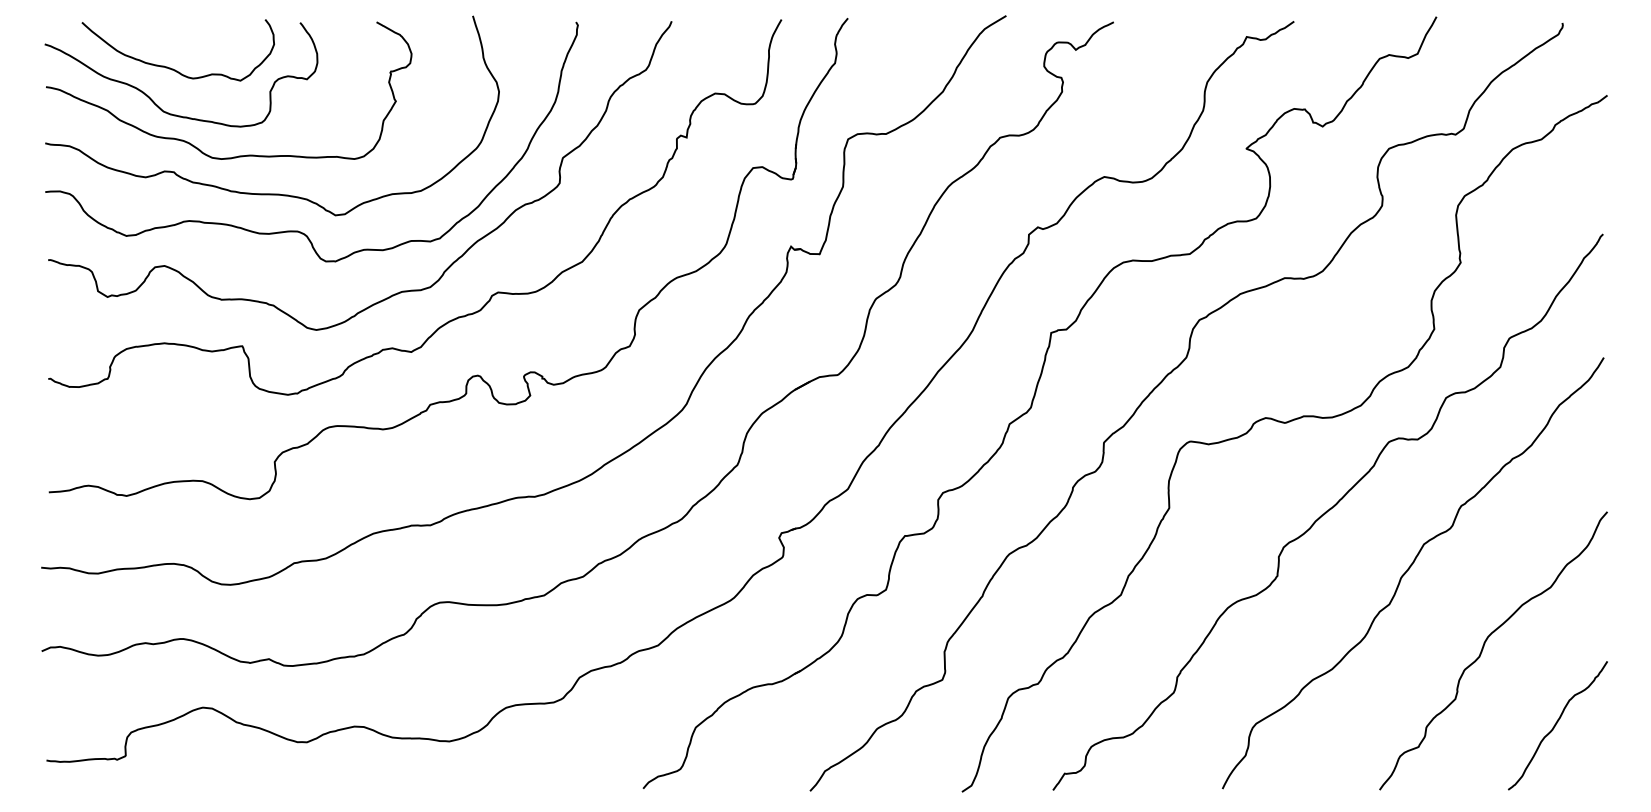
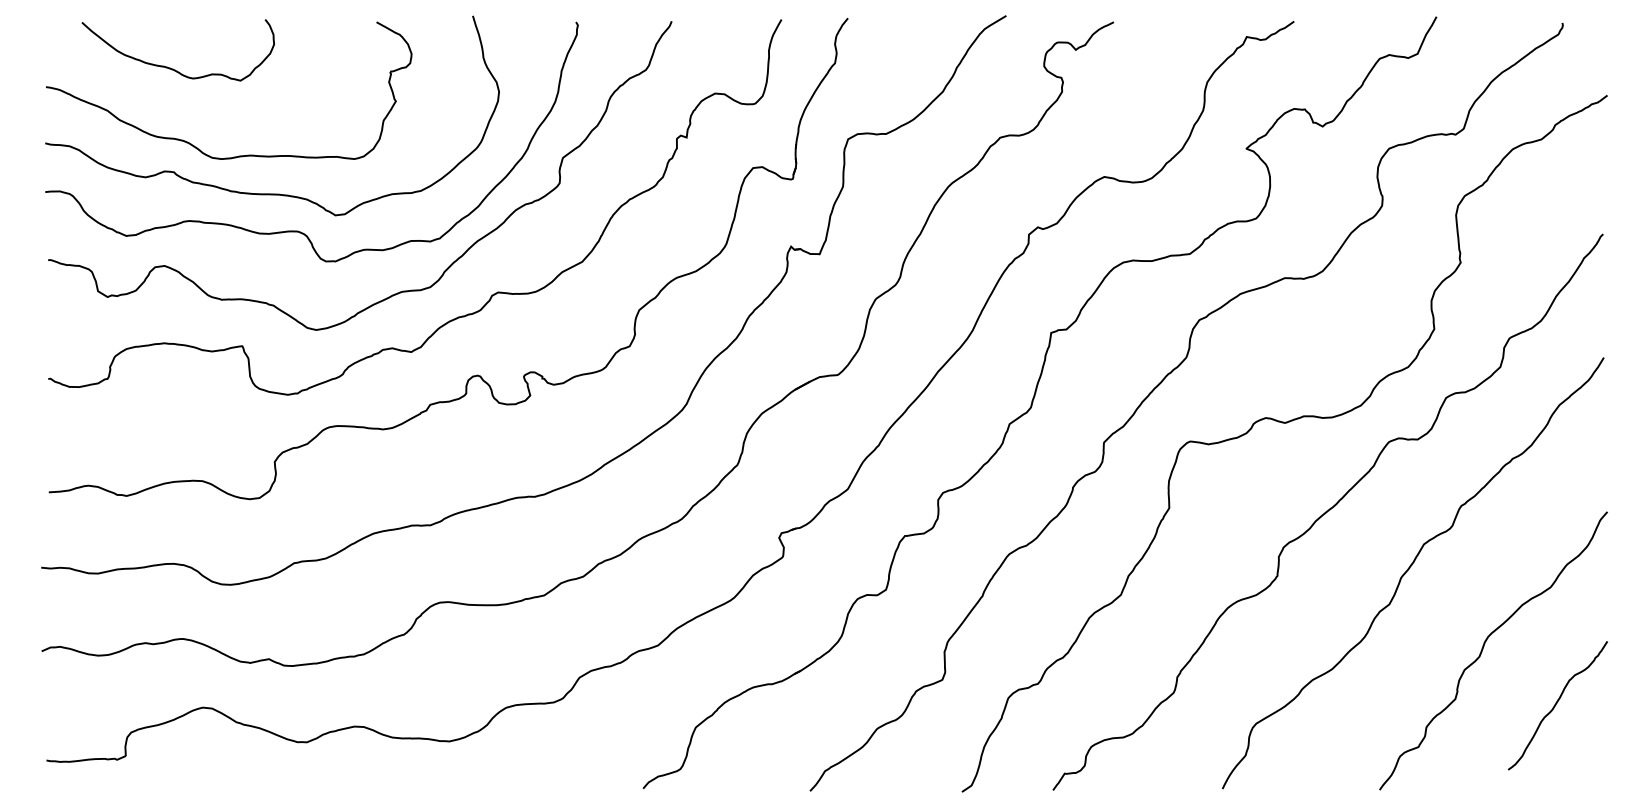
curve at (154, 101): present -> none
curve at (1556, 725) position: (1556, 725) -> (1556, 705)
